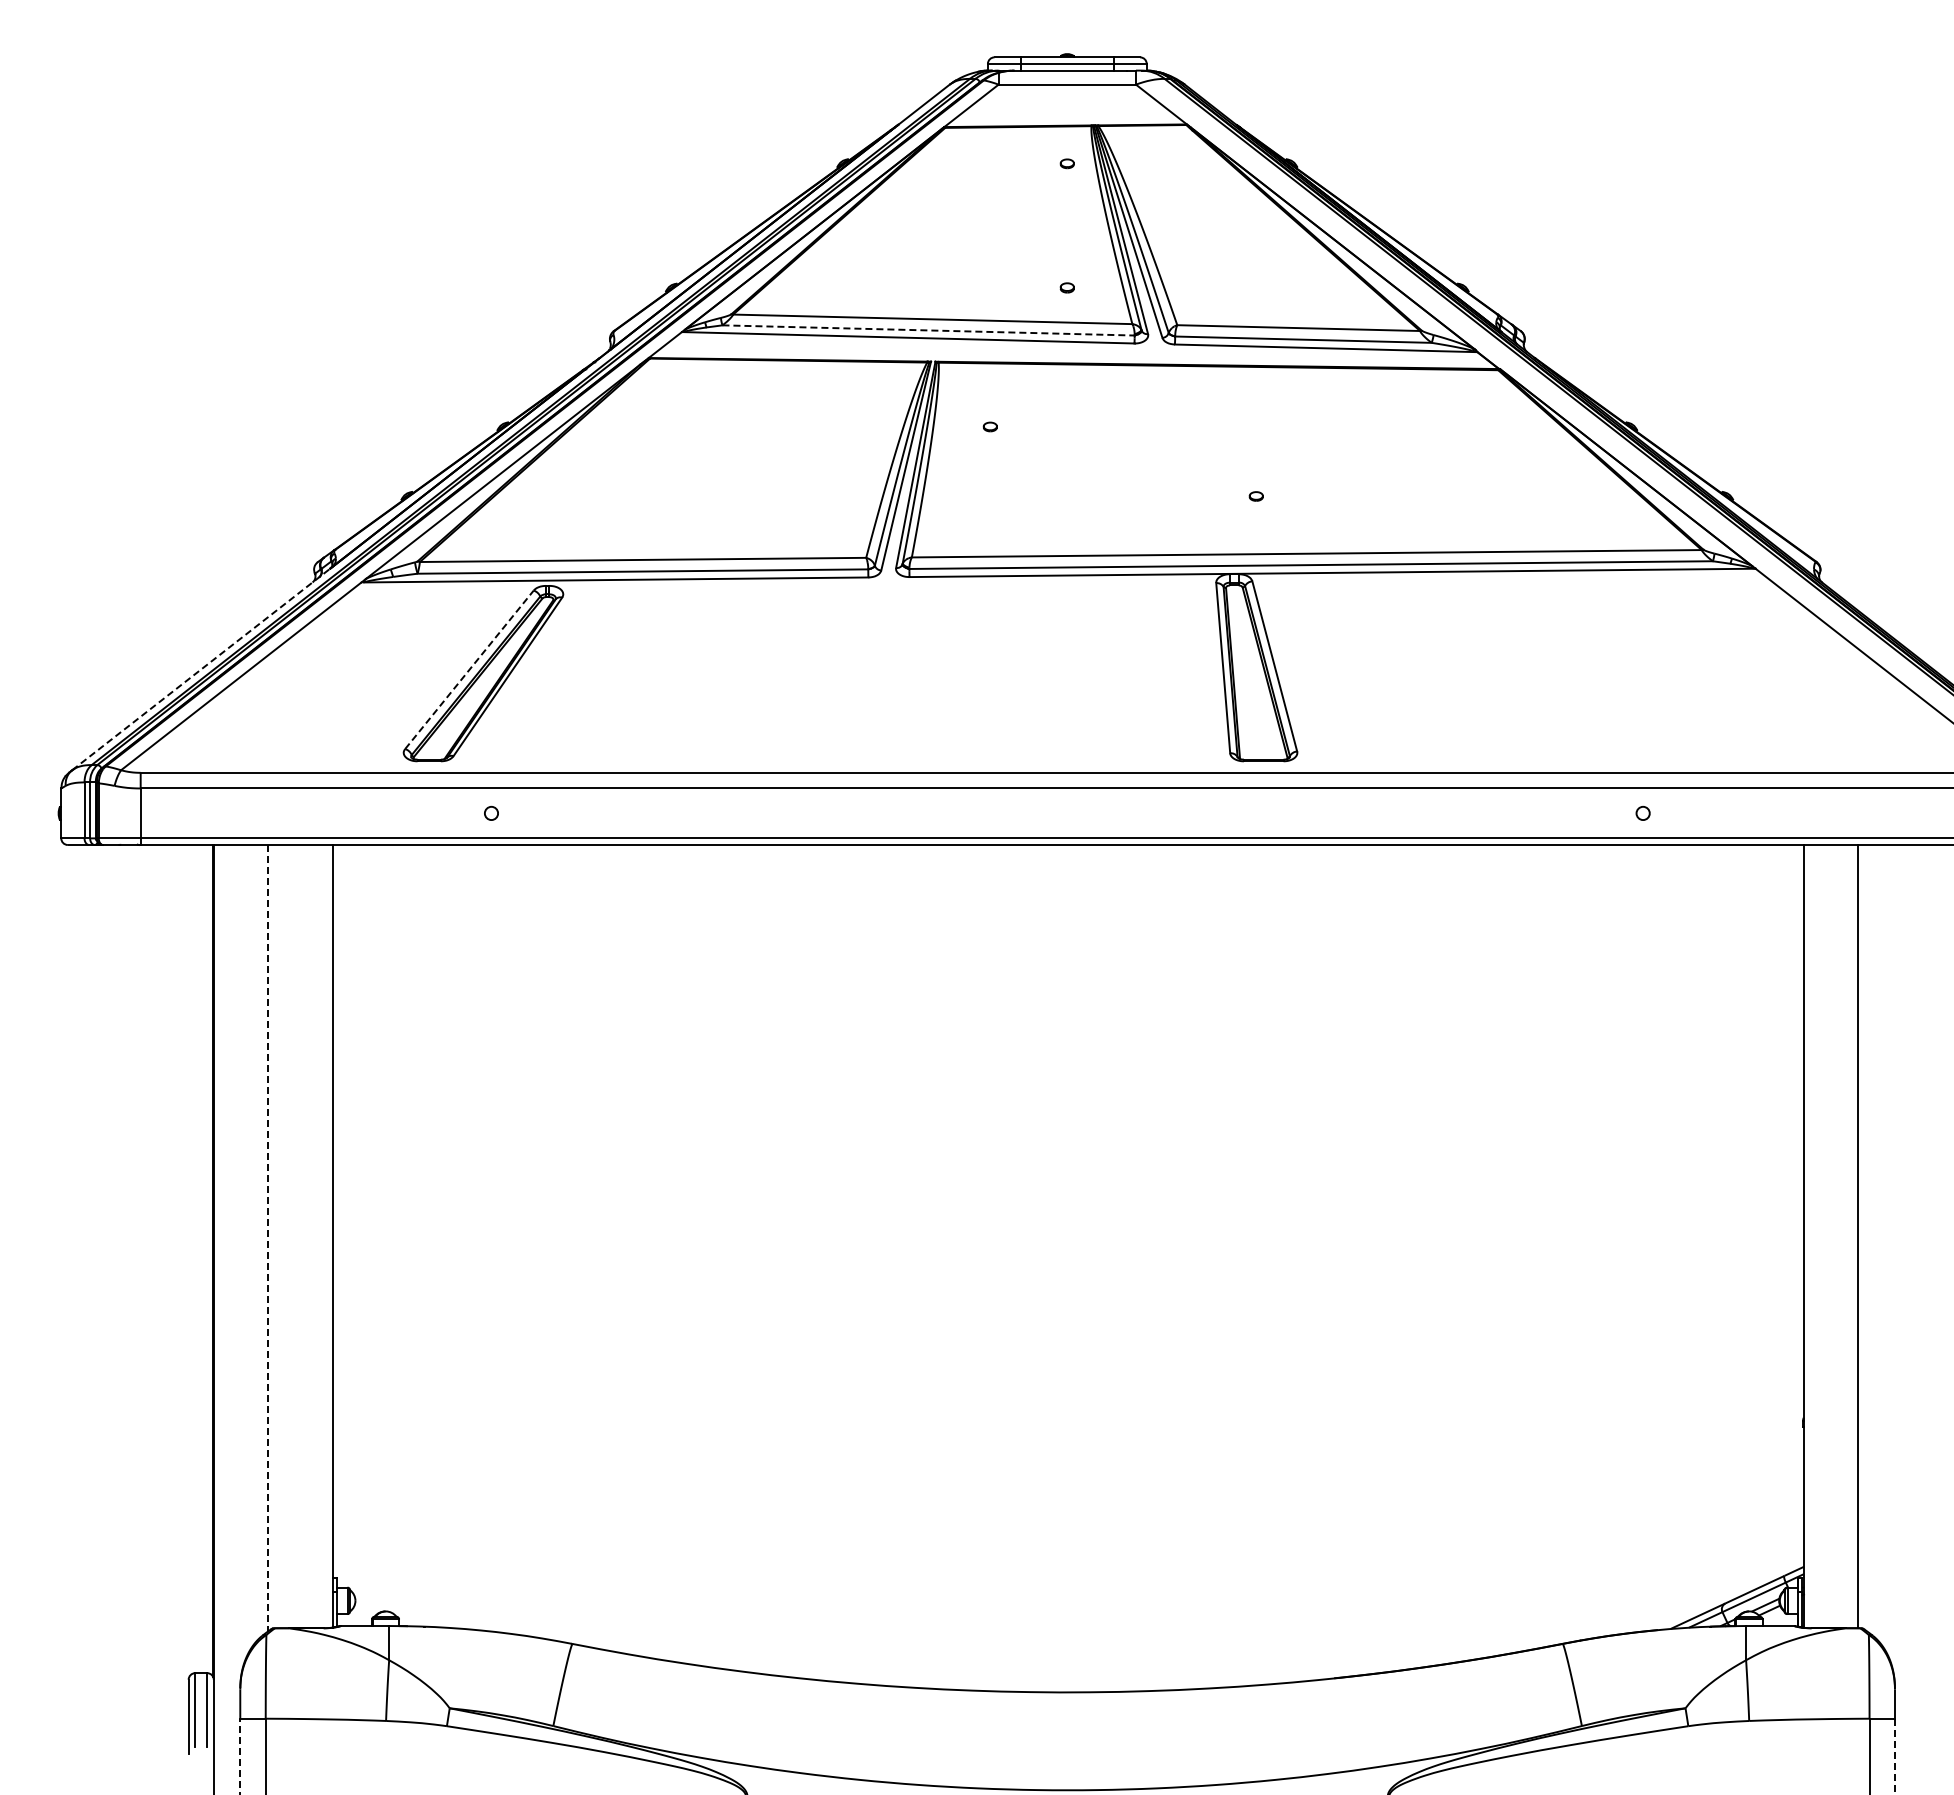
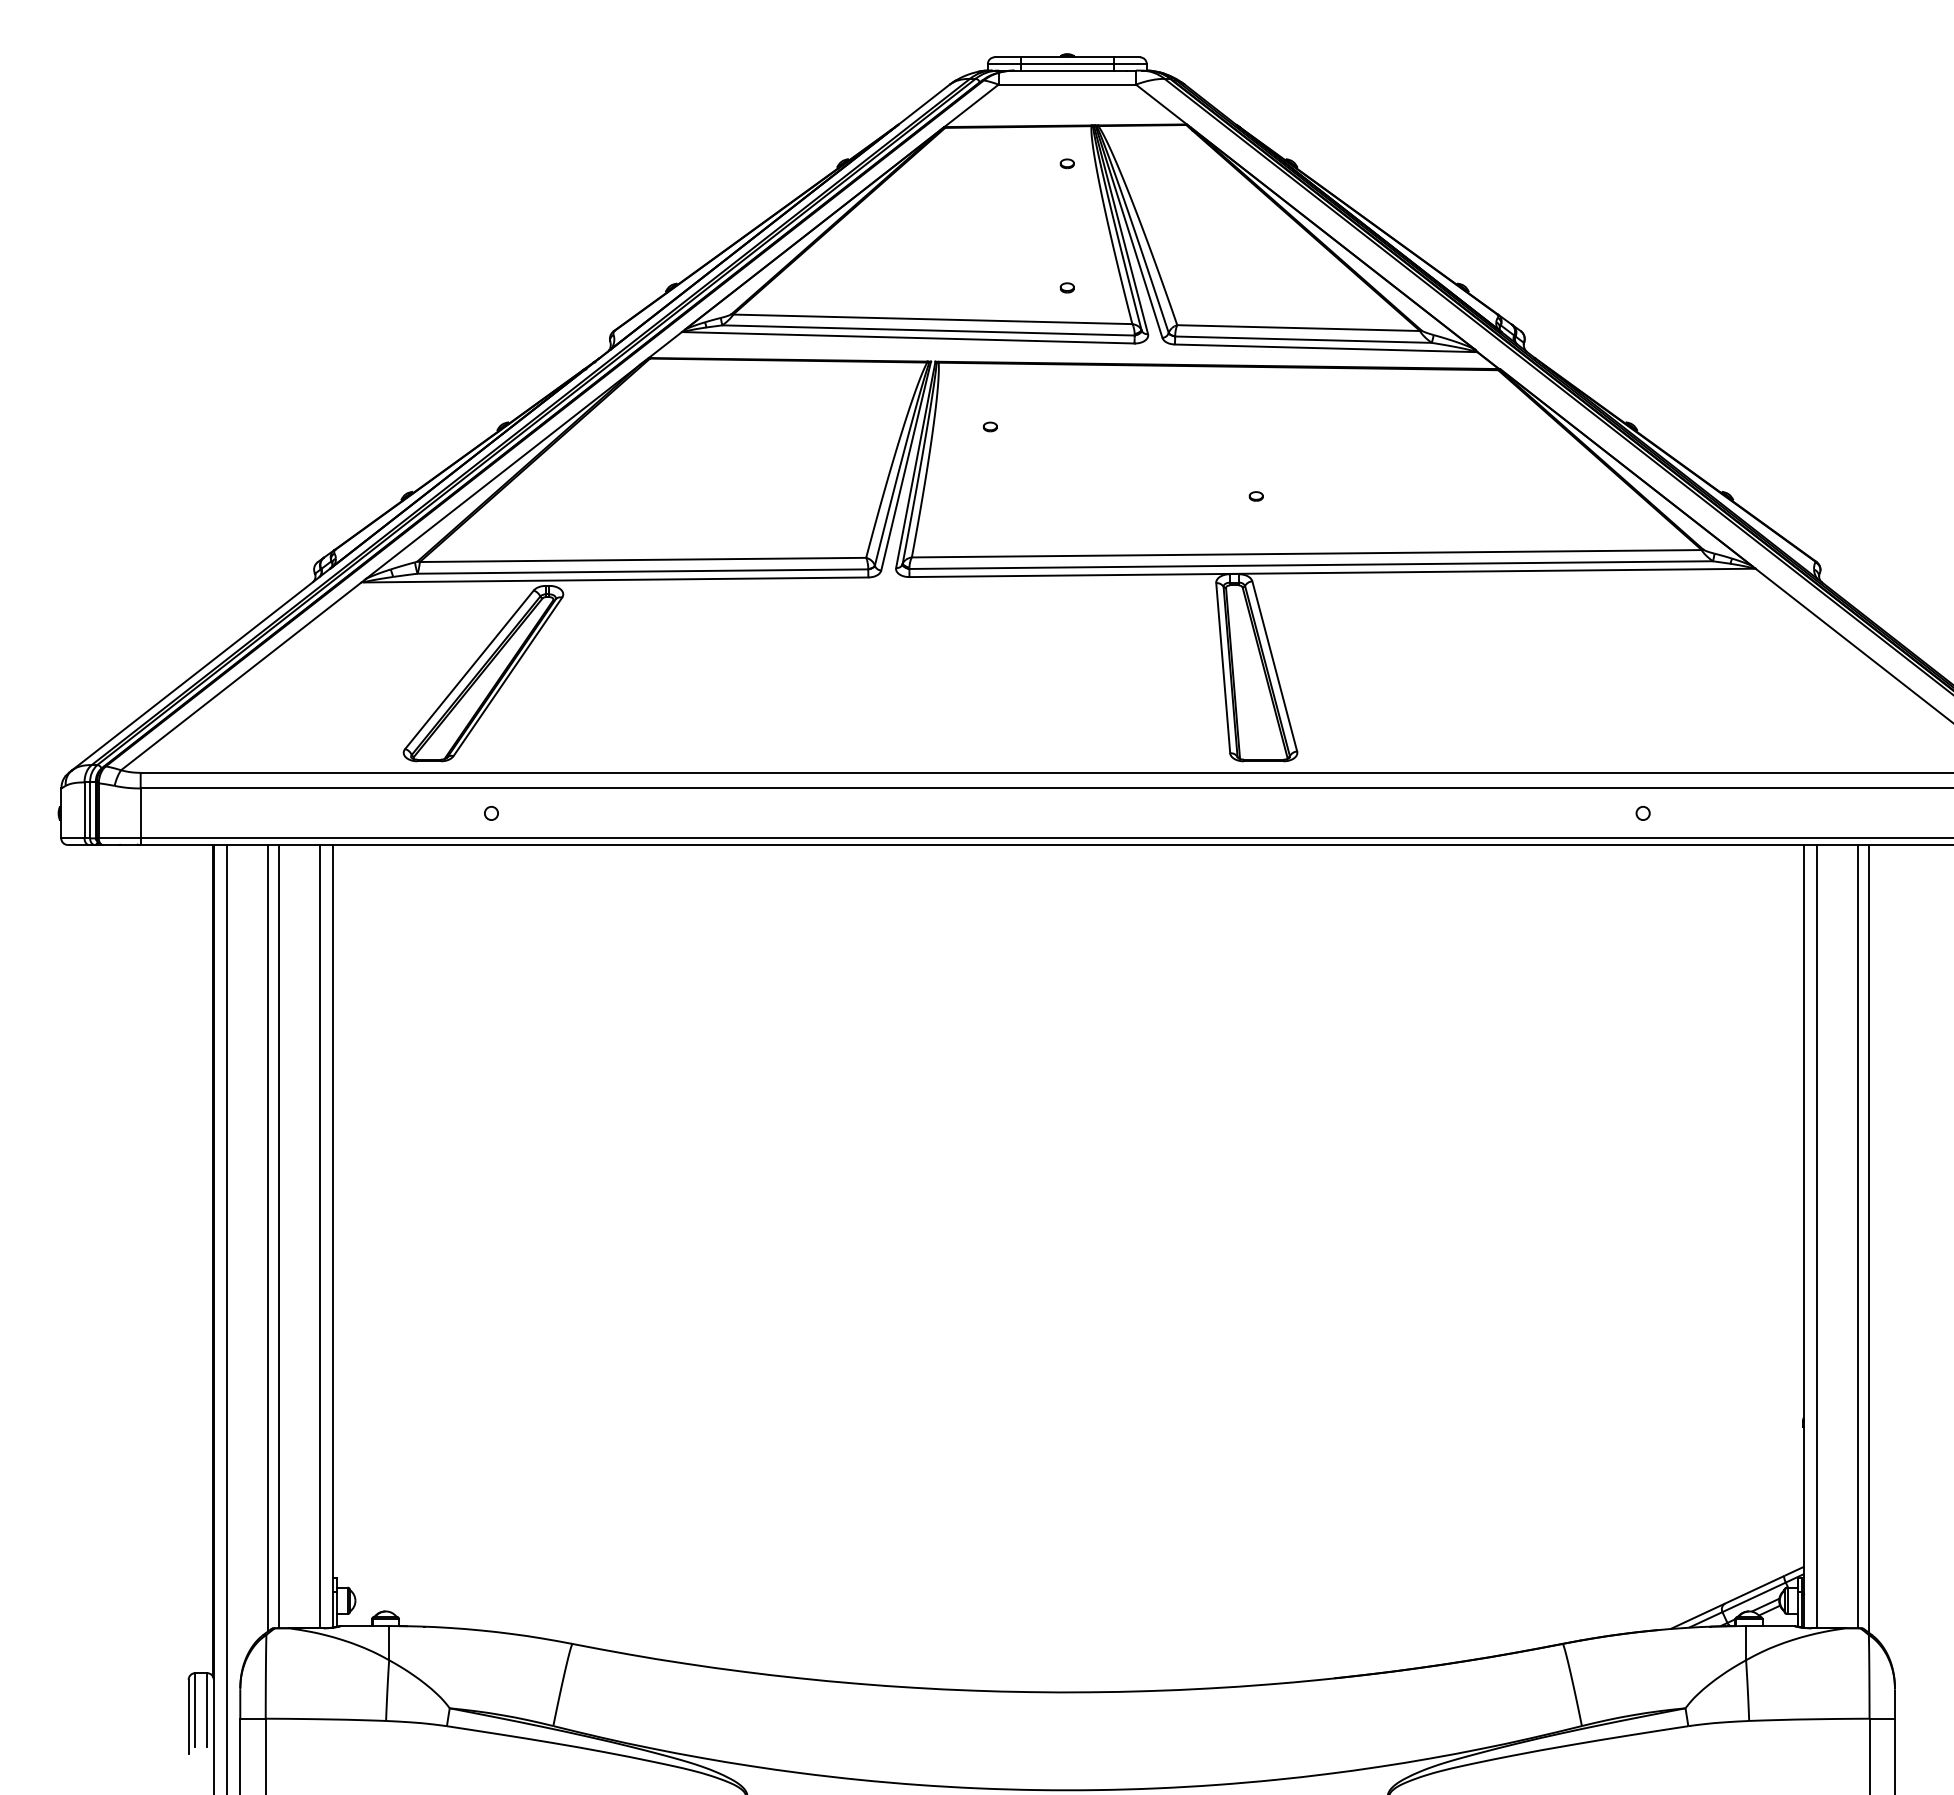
line at (929, 330): dashed -> solid
line at (201, 669): dashed -> solid
line at (469, 669): dashed -> solid
line at (278, 1236): none -> present
line at (319, 1236): none -> present
line at (1817, 1236): none -> present
line at (268, 1238): dashed -> solid
line at (1868, 1238): none -> present
line at (227, 1318): none -> present
line at (240, 1756): dashed -> solid
line at (1894, 1756): dashed -> solid
